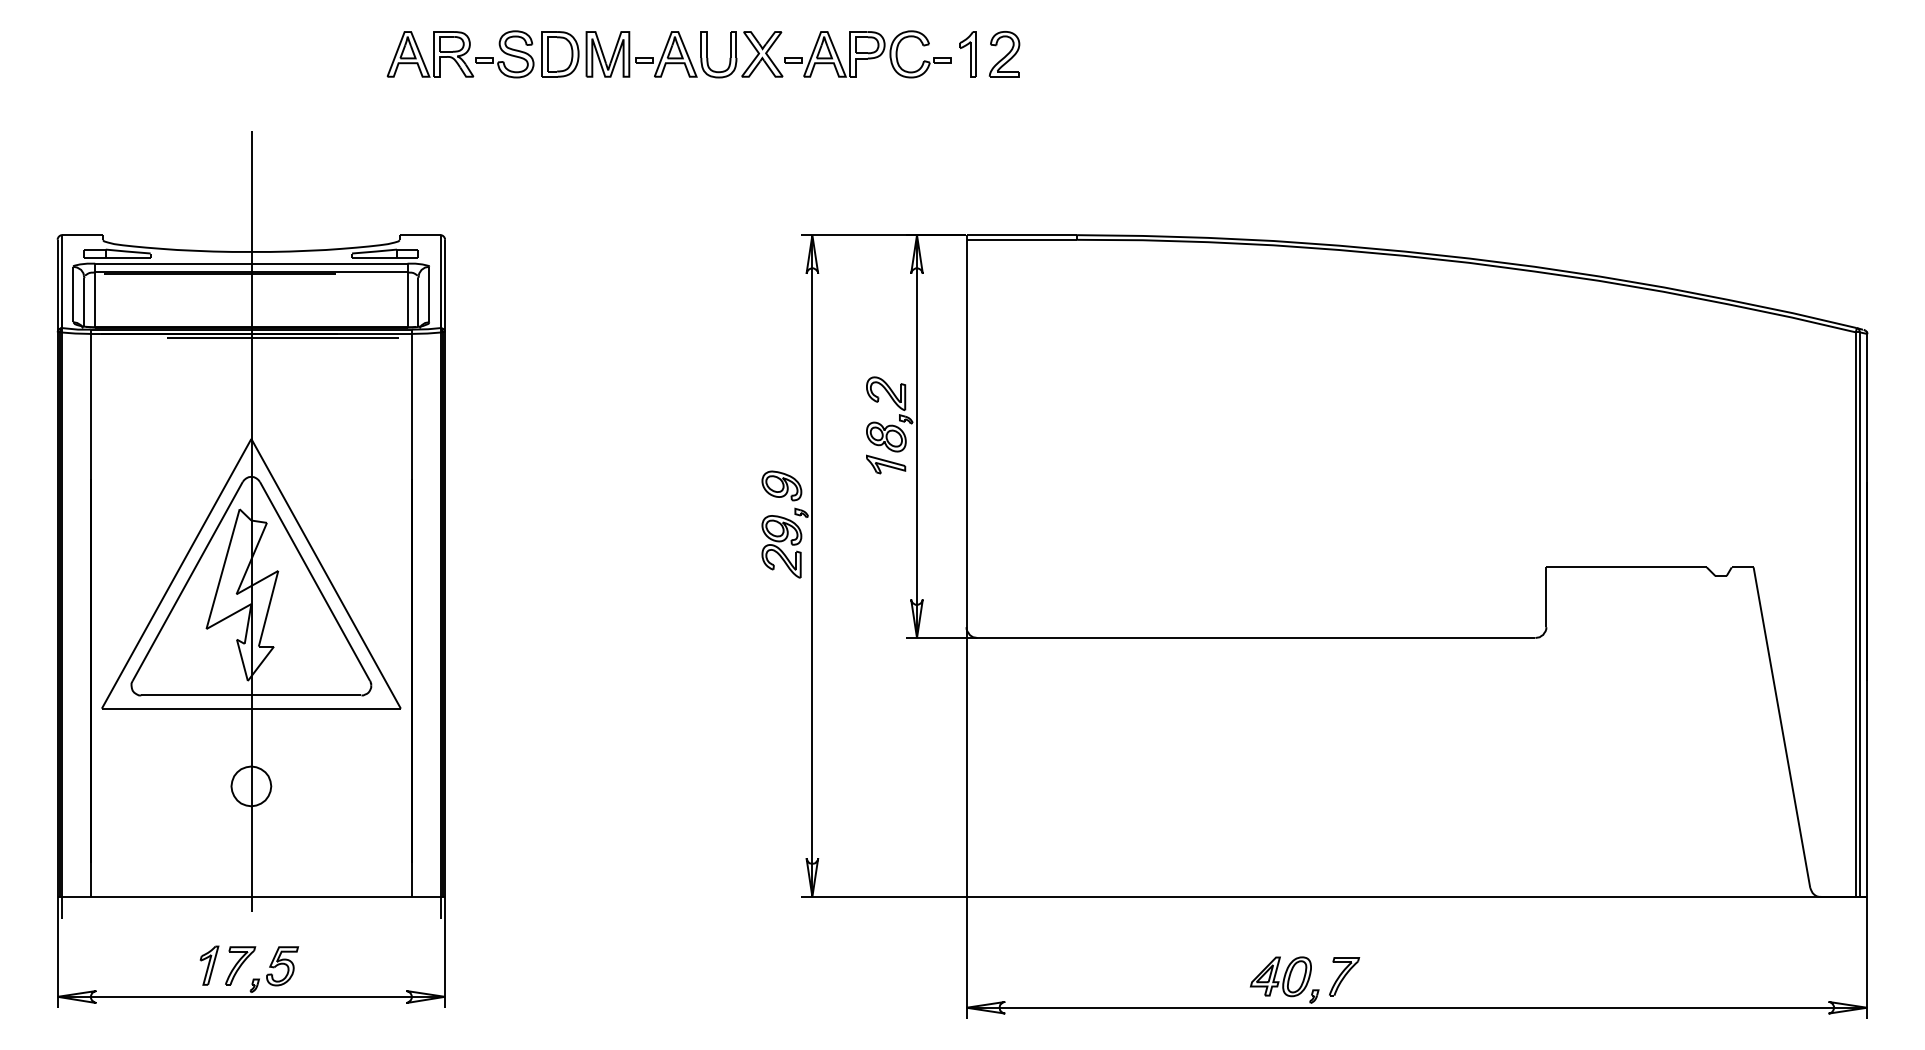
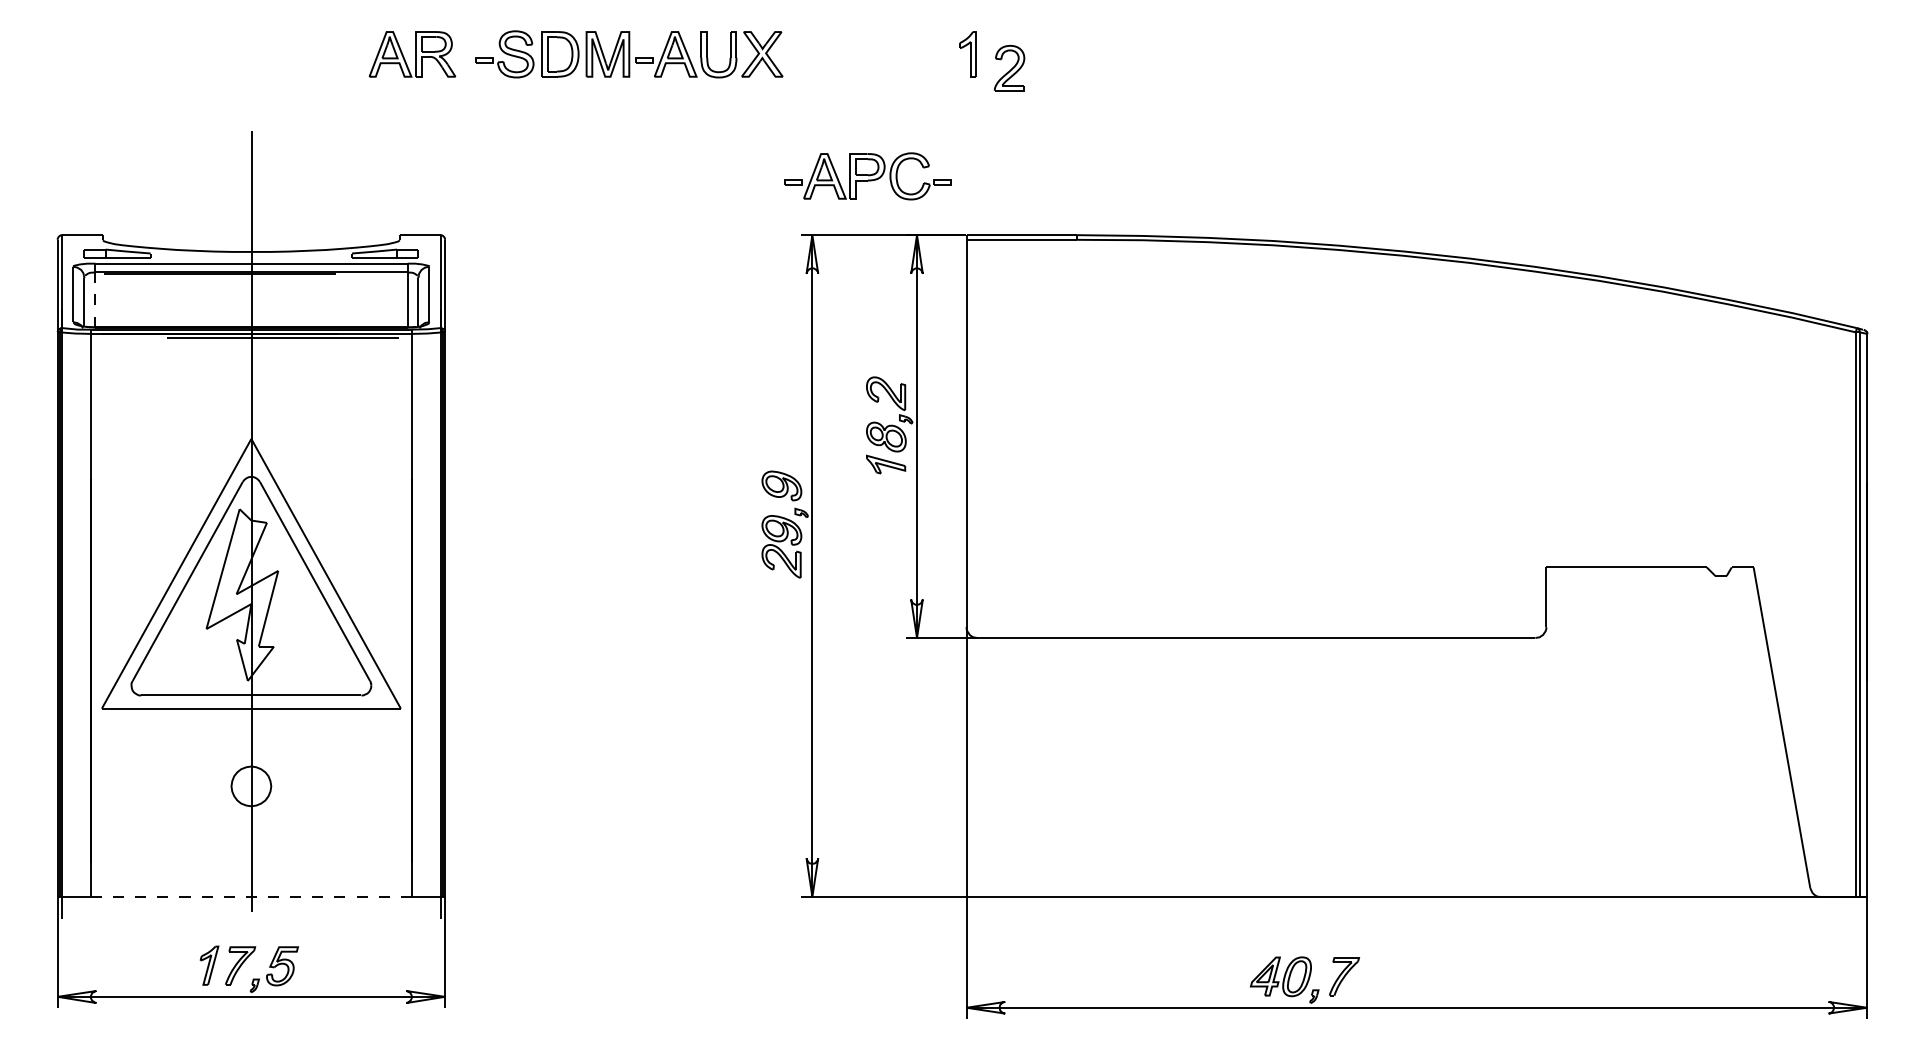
part at (430, 54) position: (430, 54) -> (412, 54)
part at (867, 54) position: (867, 54) -> (867, 176)
part at (1004, 54) position: (1004, 54) -> (1009, 68)
line at (95, 300): solid -> dashed
line at (250, 896): solid -> dashed
